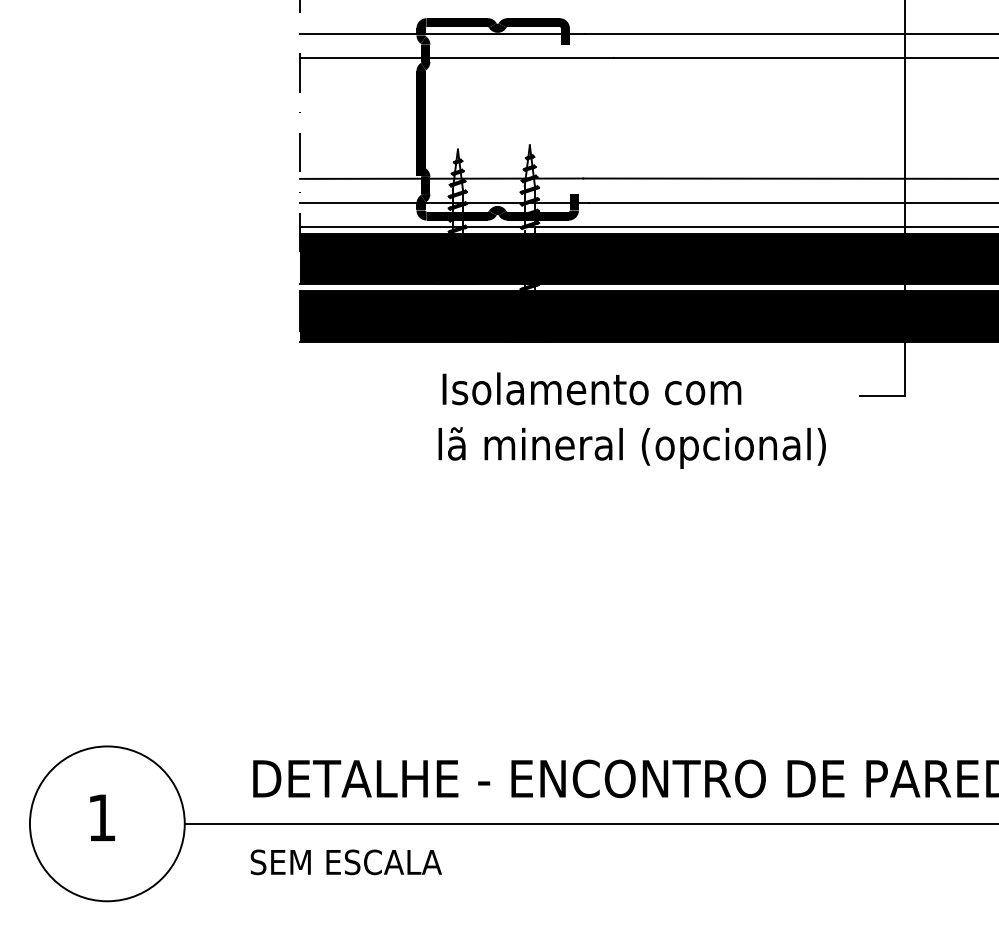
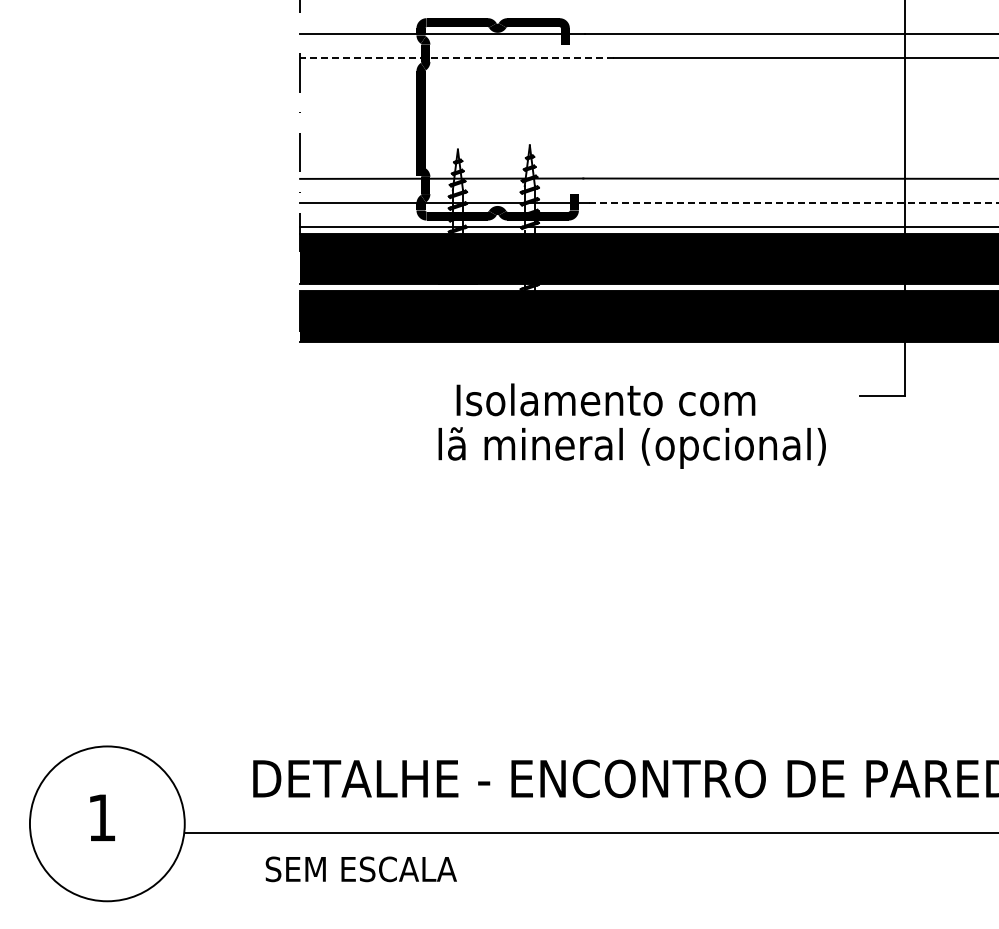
line at (456, 57): solid -> dashed
line at (793, 203): solid -> dashed
text at (591, 388) position: (591, 388) -> (605, 399)
line at (589, 823) position: (589, 823) -> (589, 832)
text at (345, 862) position: (345, 862) -> (360, 869)
